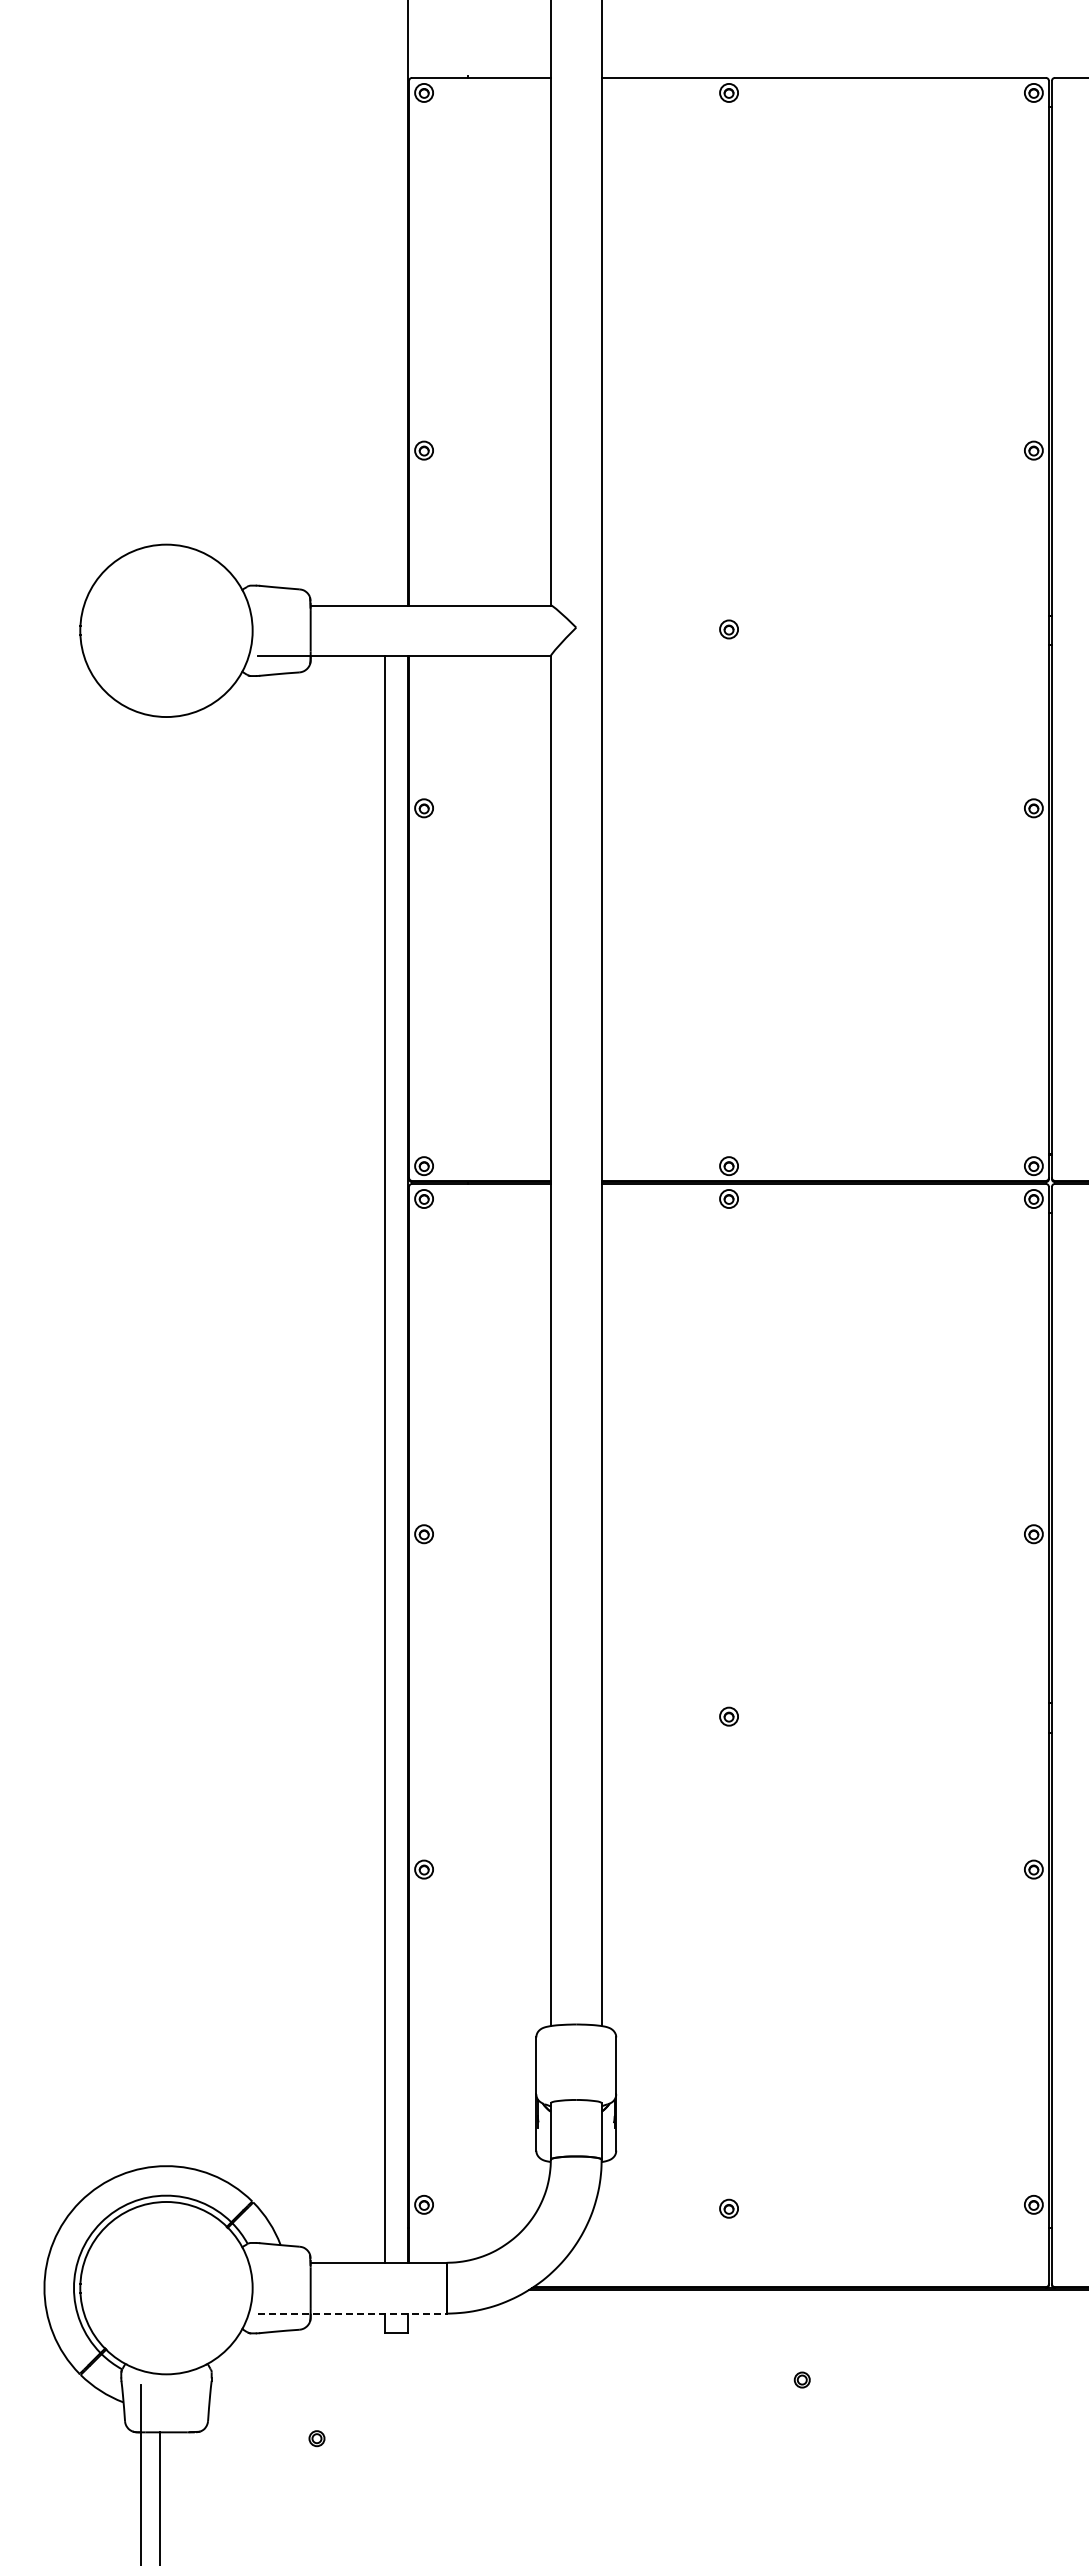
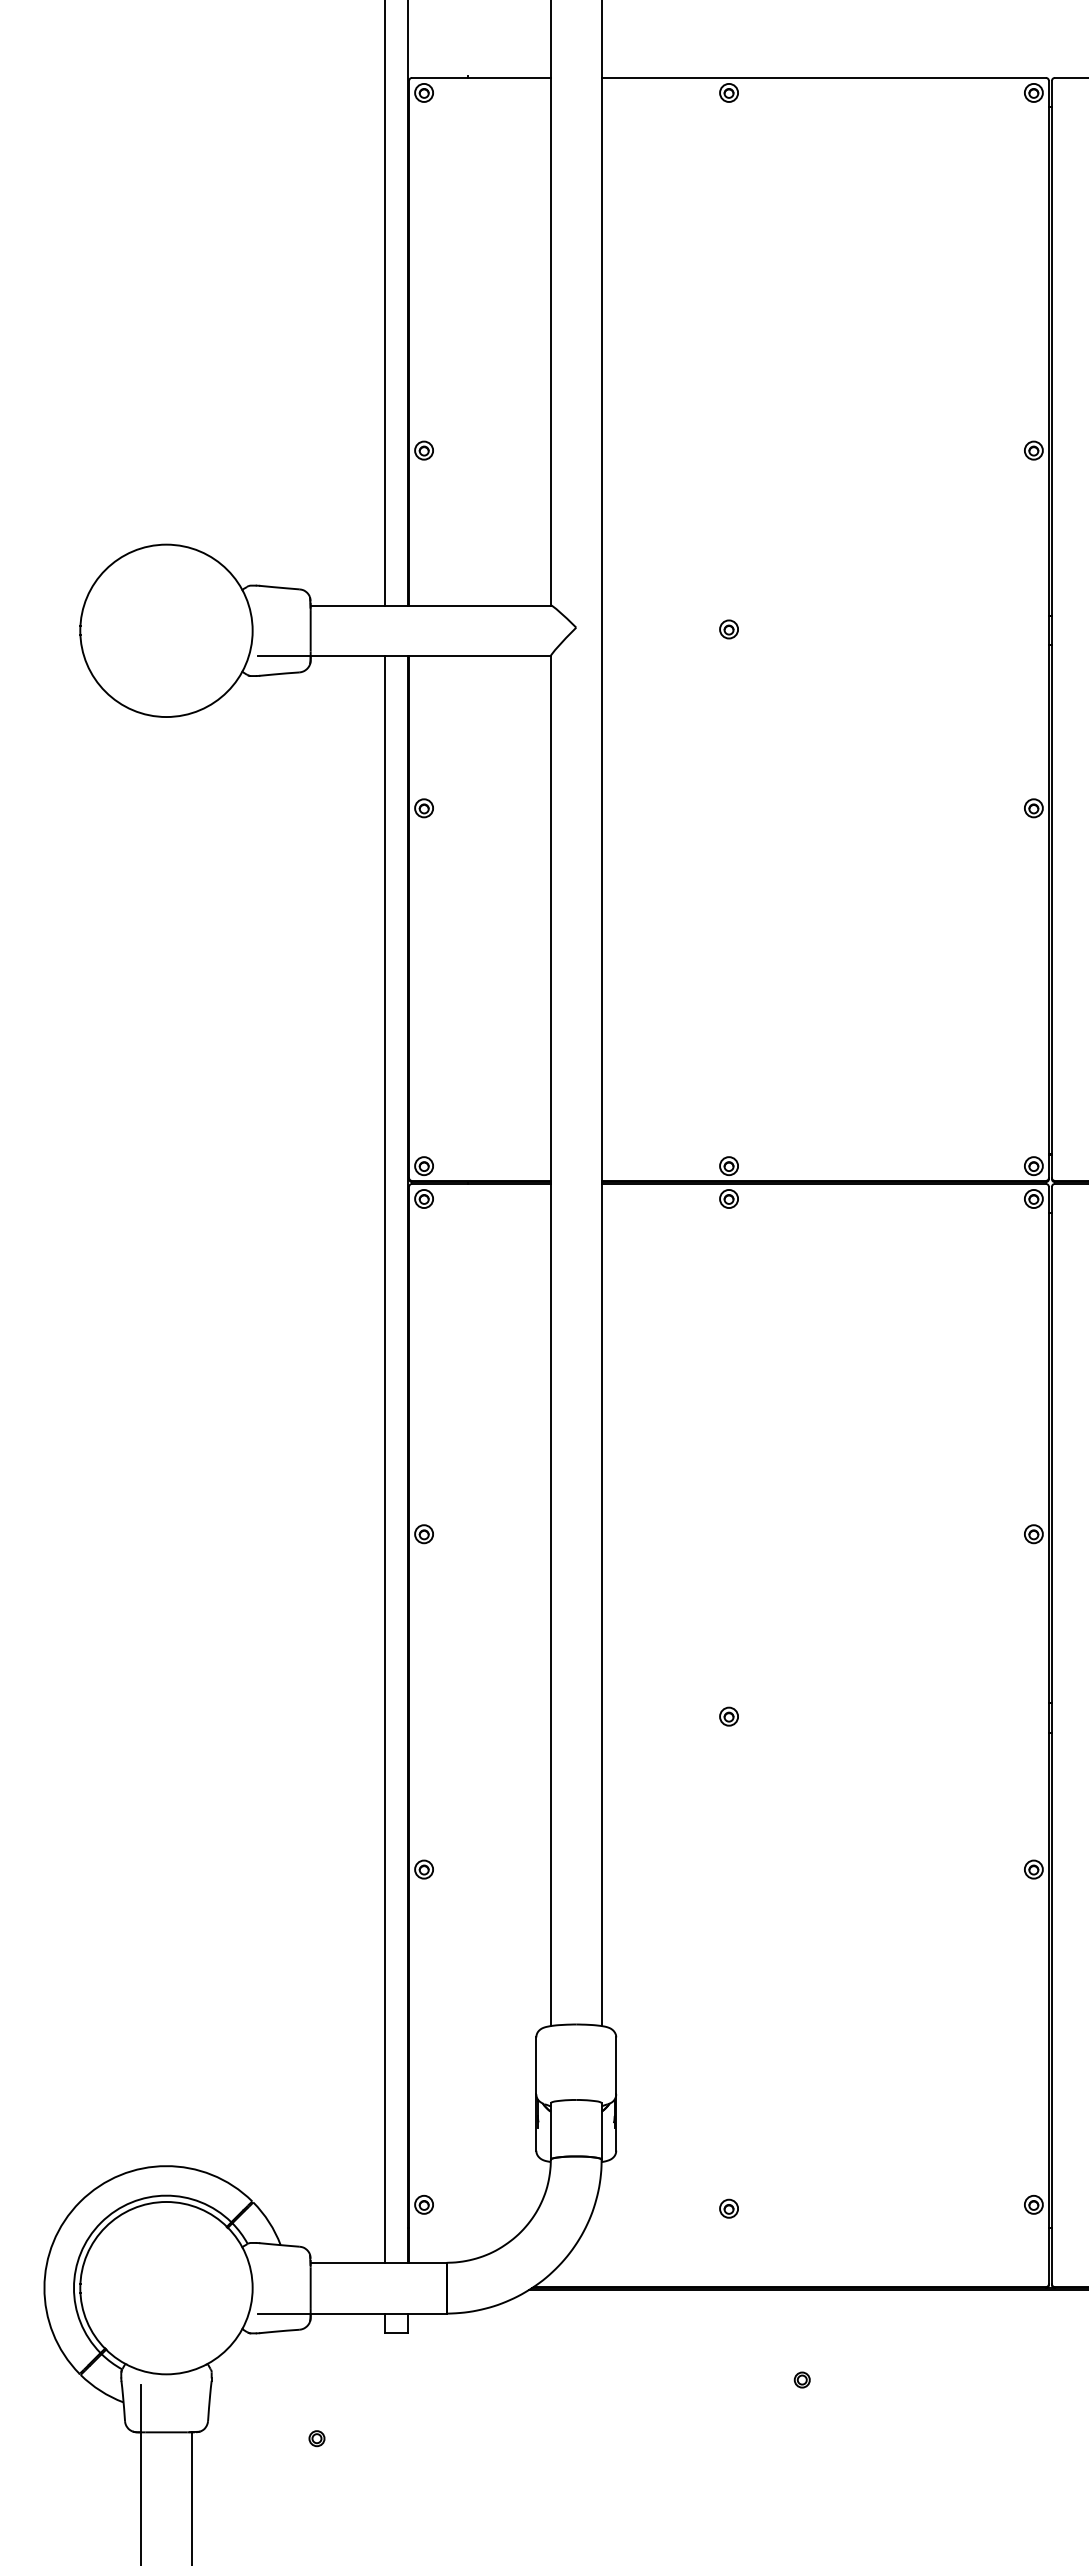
line at (384, 303): none -> present
line at (352, 2313): dashed -> solid
line at (159, 2497) position: (159, 2497) -> (191, 2497)
